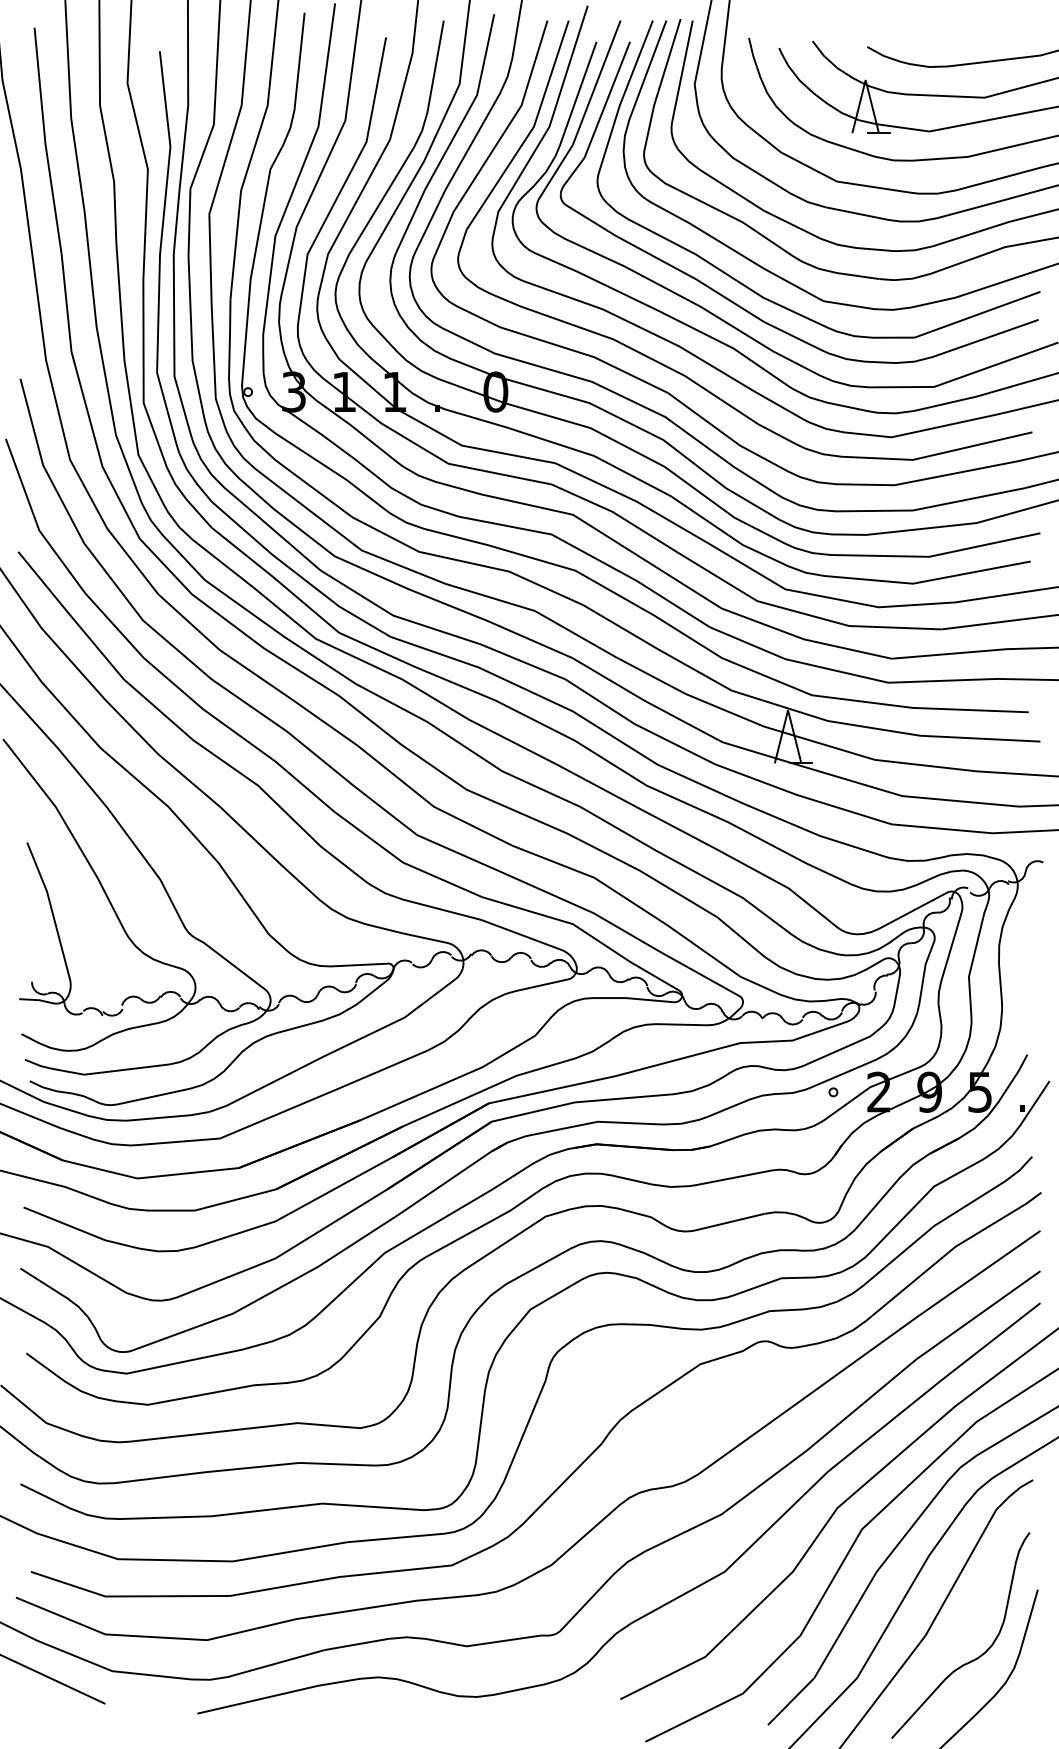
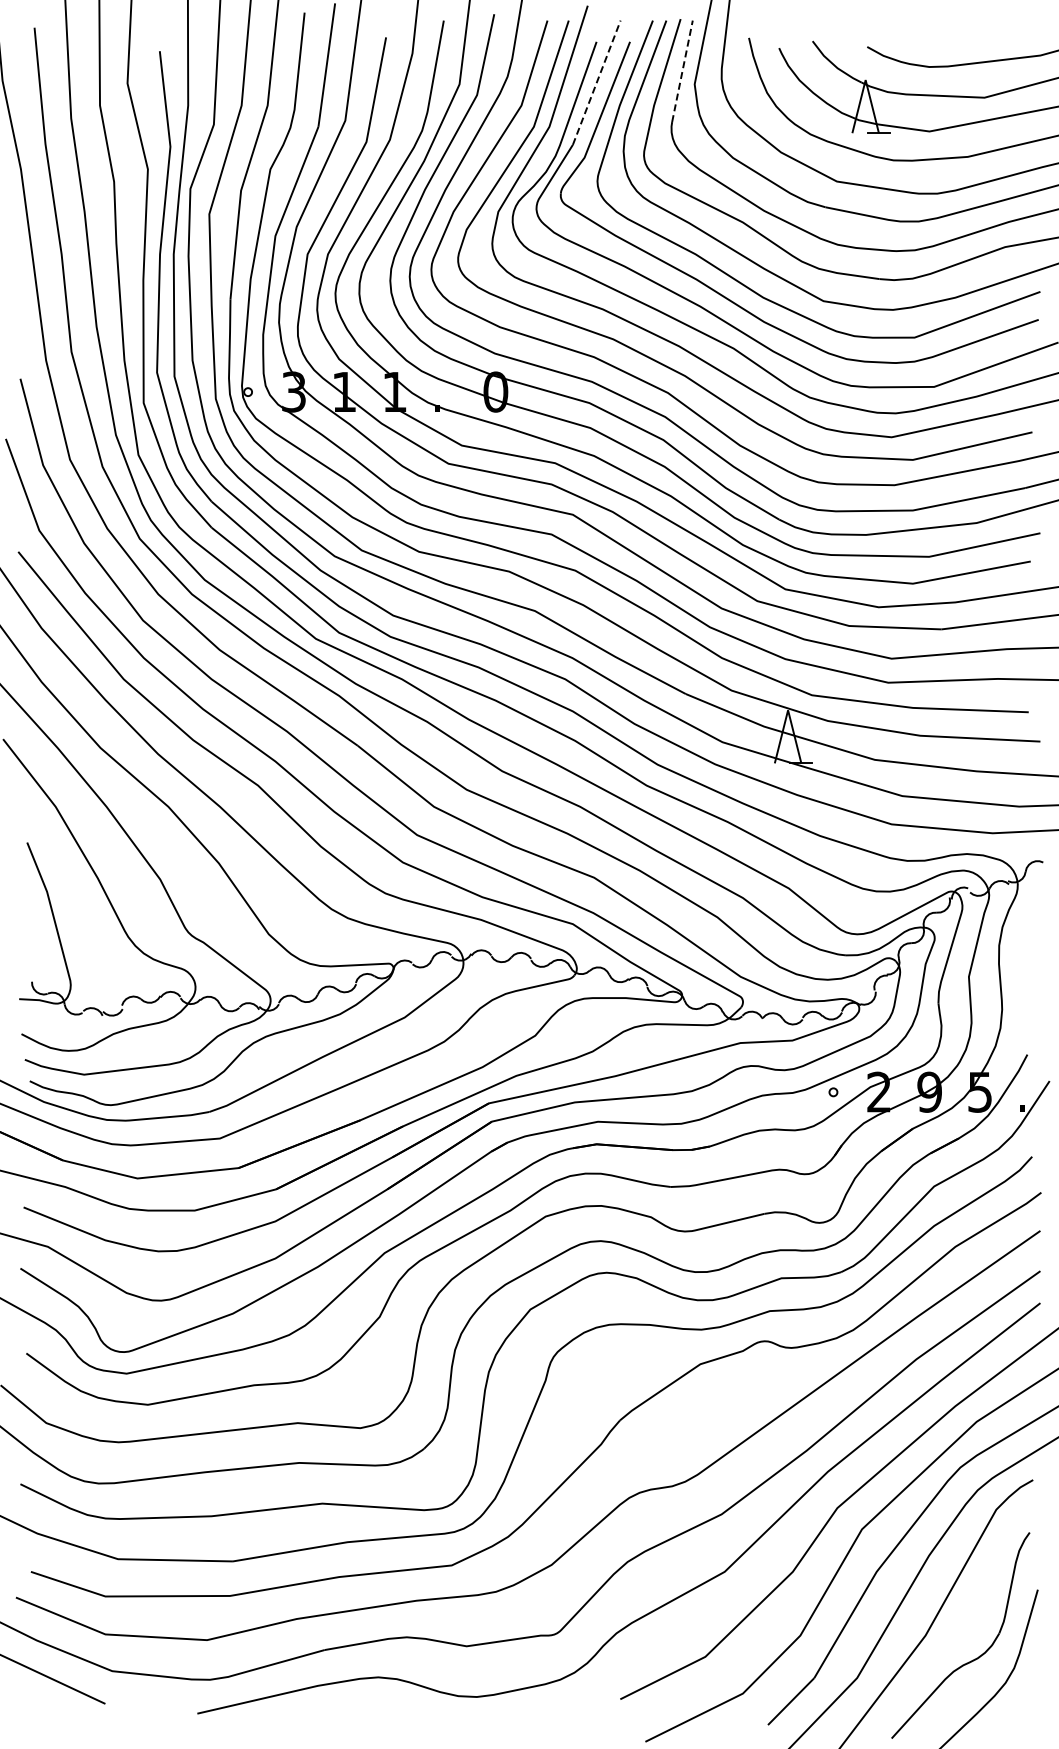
line at (682, 71): solid -> dashed
line at (596, 82): solid -> dashed
